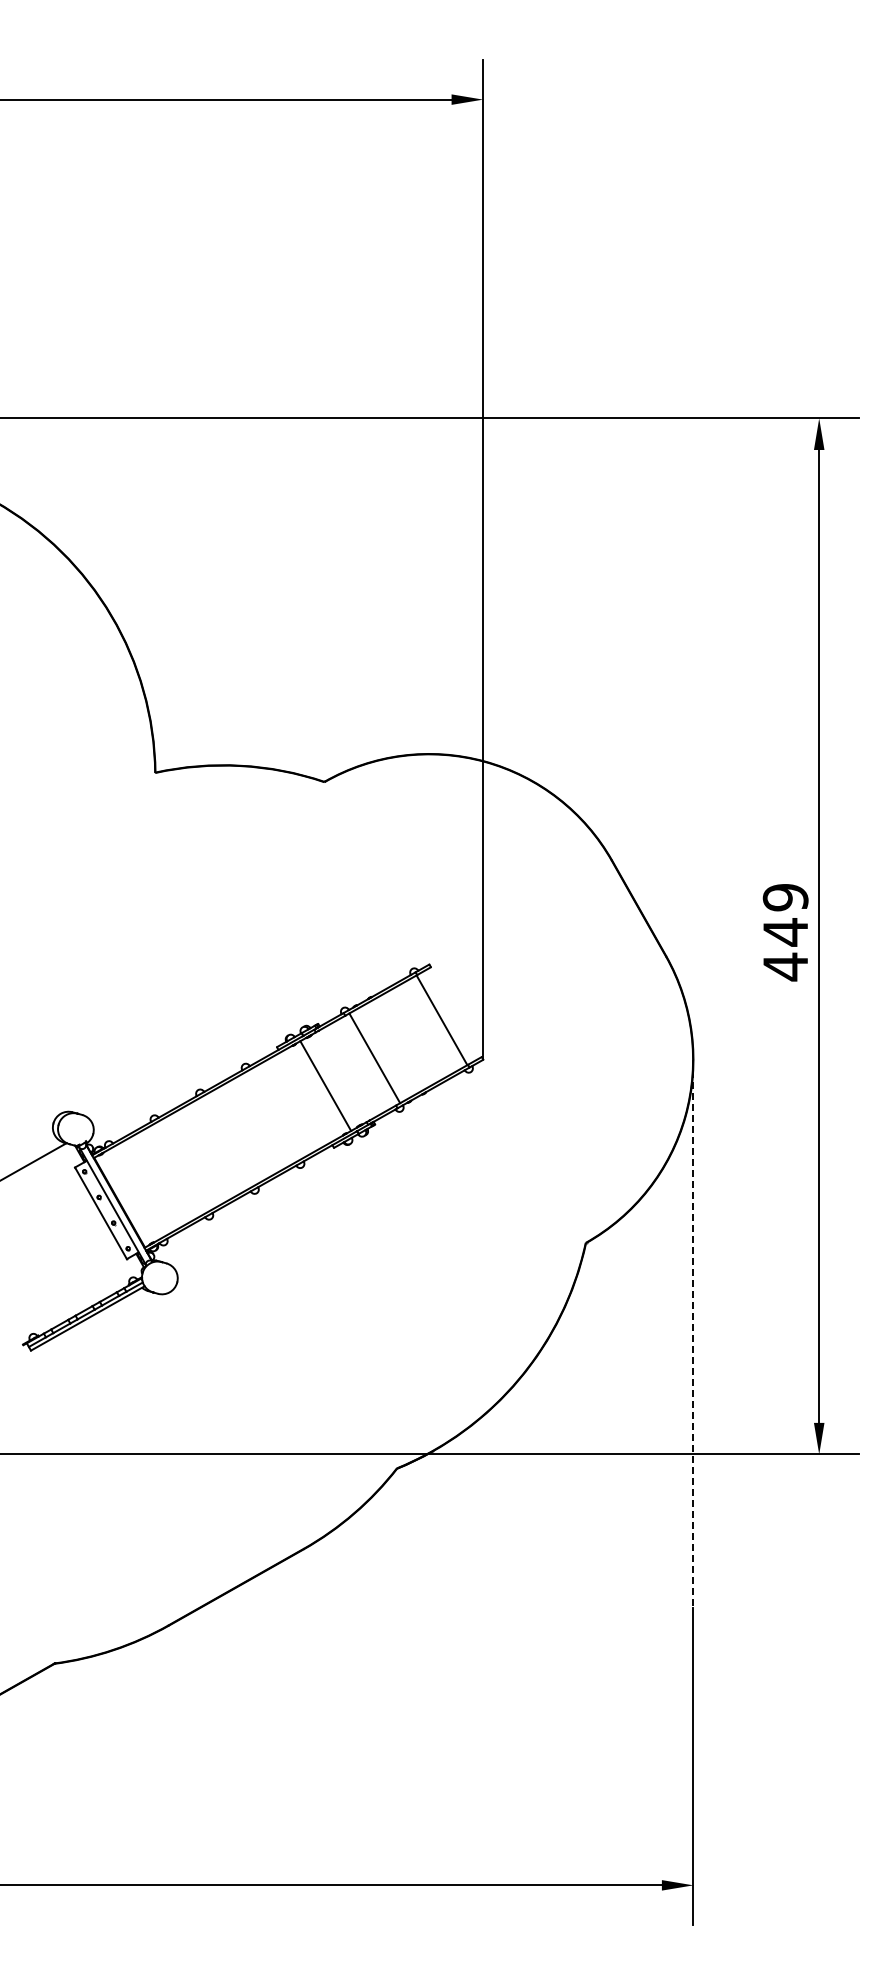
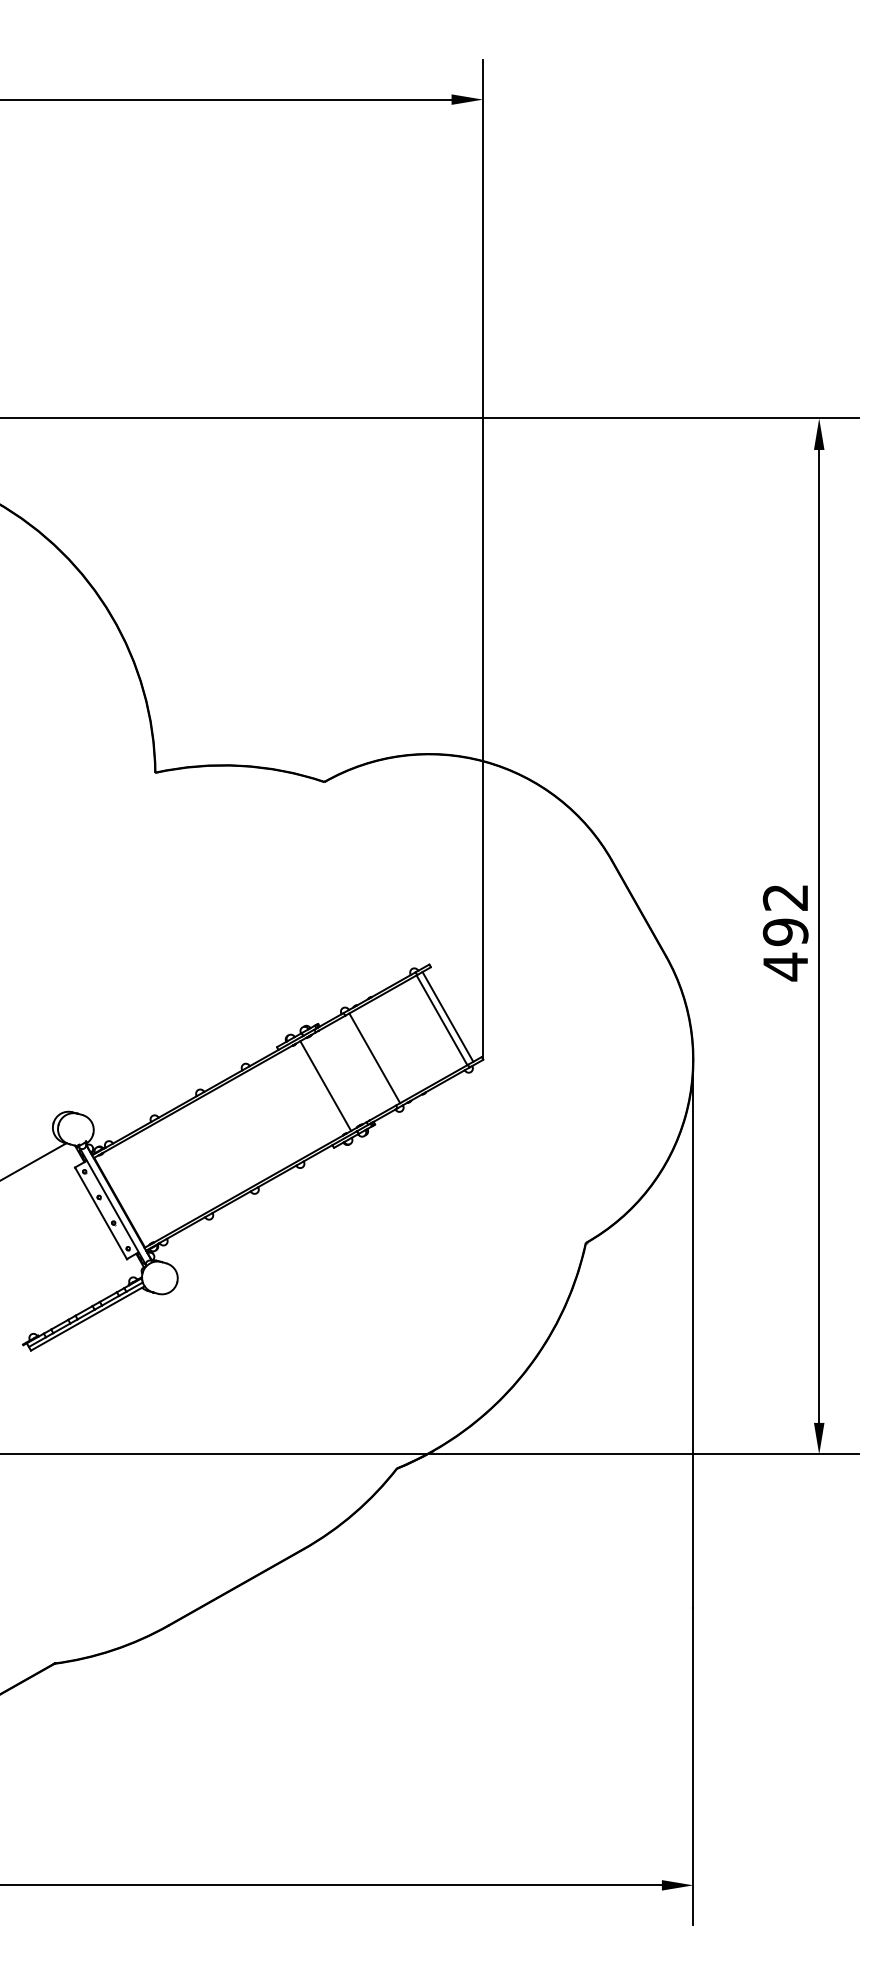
text at (785, 915): 449 -> 492
line at (447, 1016): none -> present
line at (693, 1333): dashed -> solid
